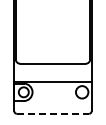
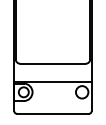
line at (53, 113): dashed -> solid
